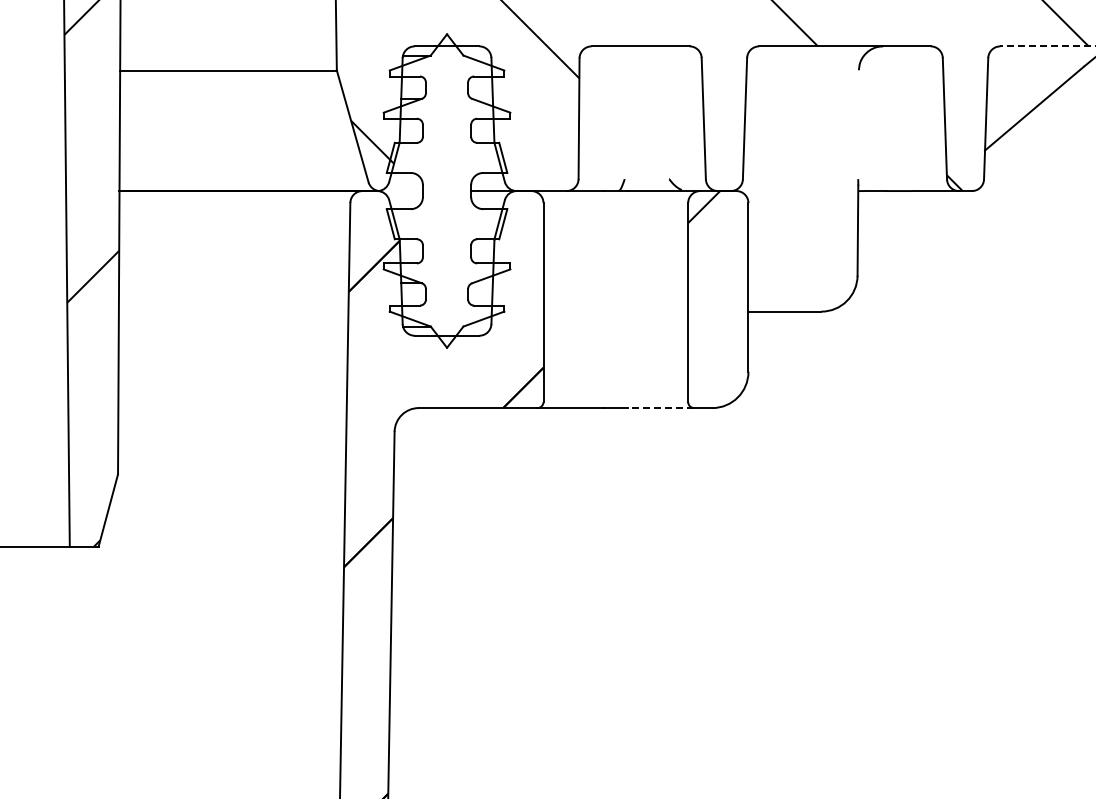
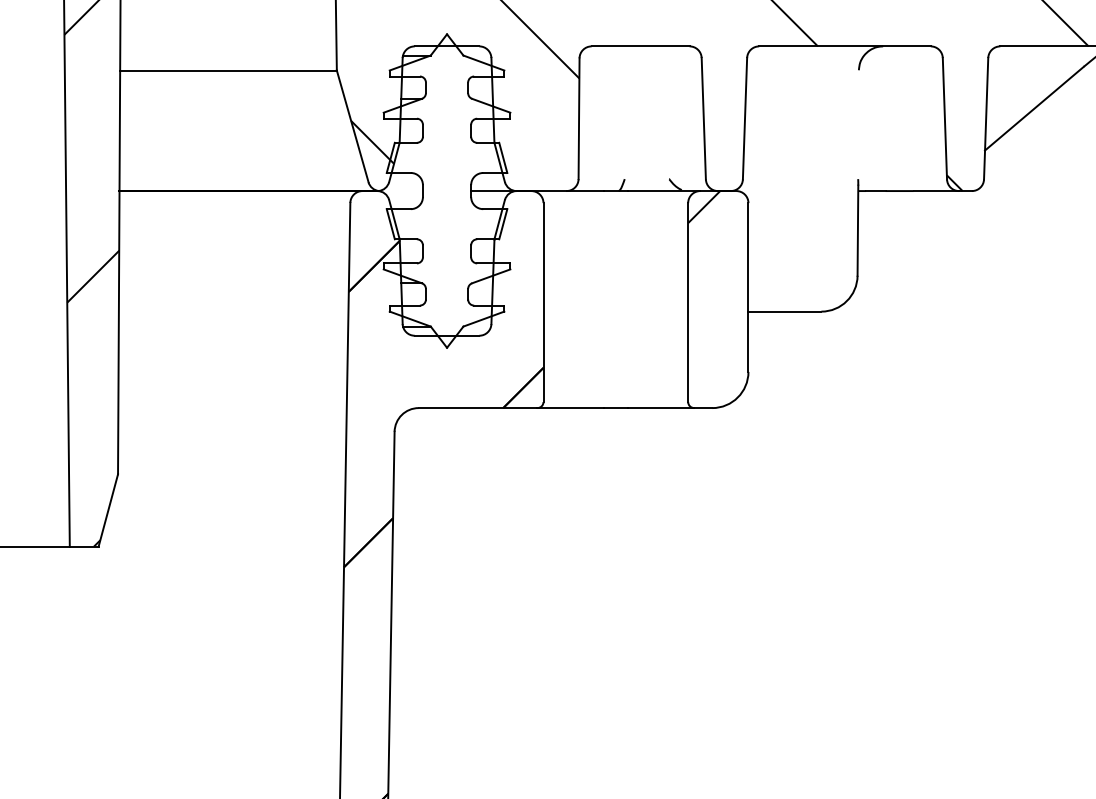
line at (1047, 46): dashed -> solid
line at (660, 408): dashed -> solid
